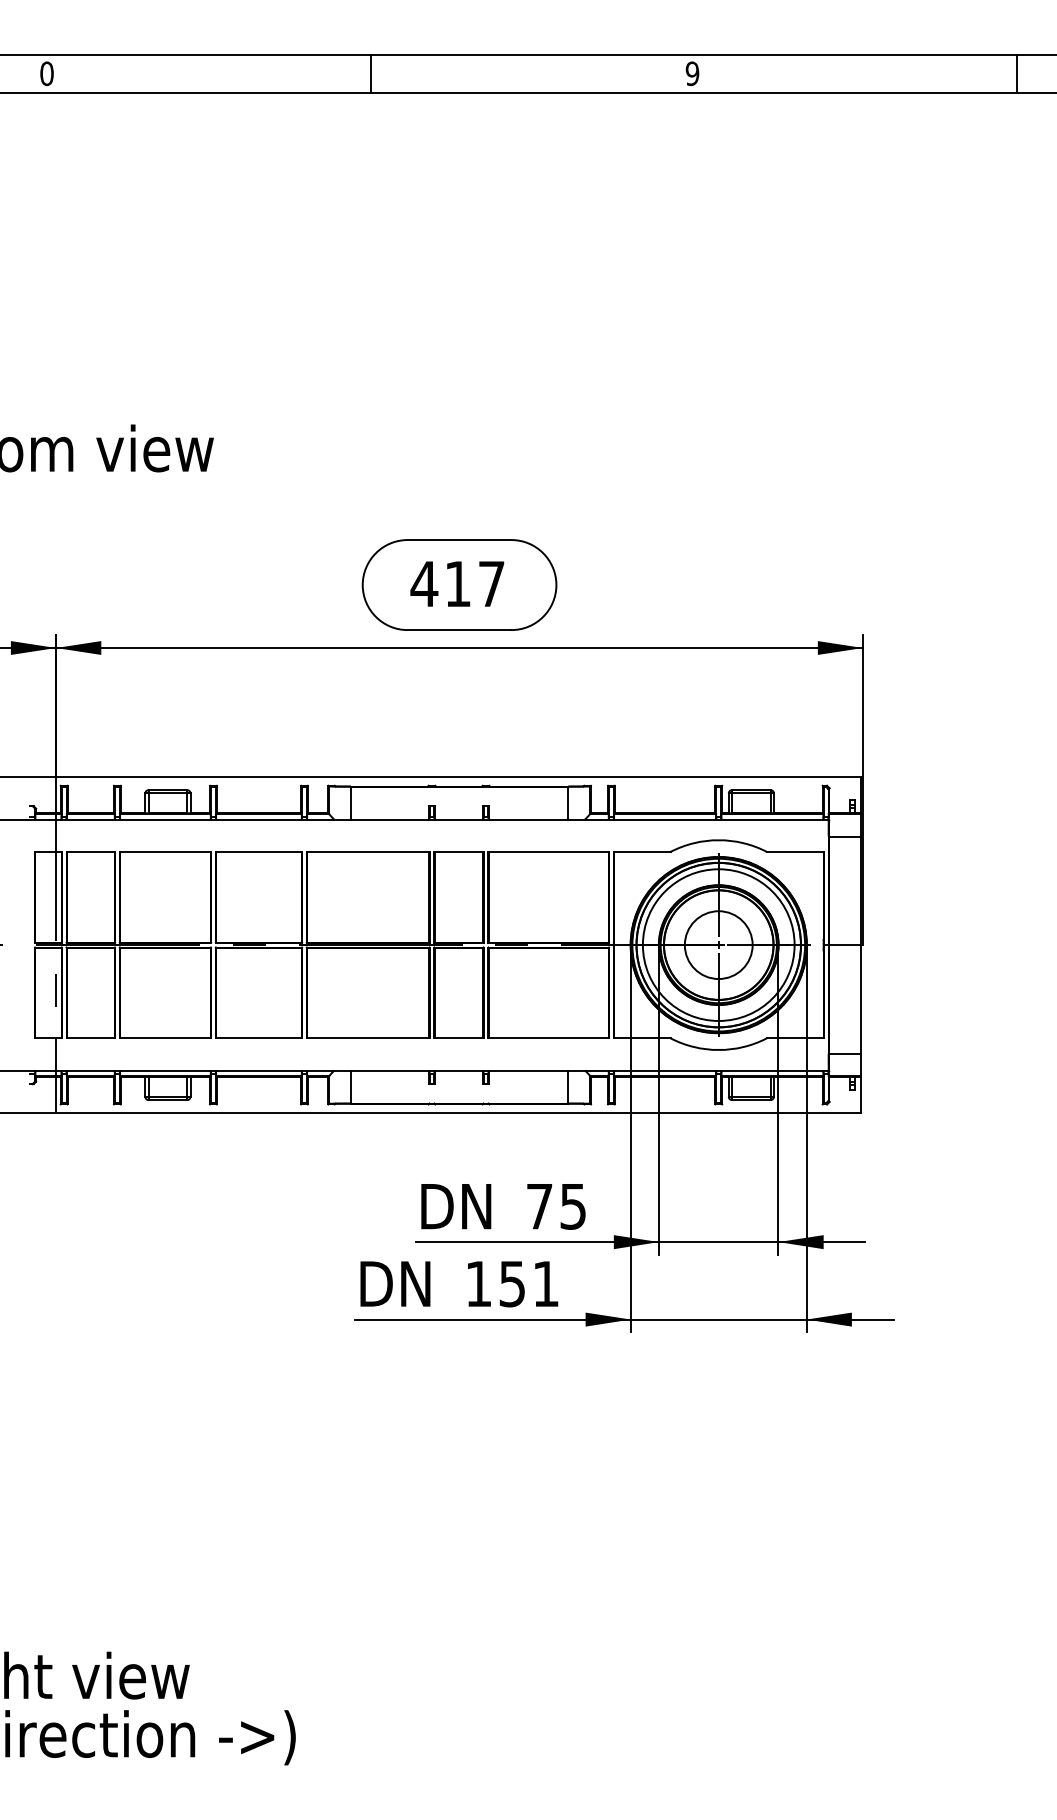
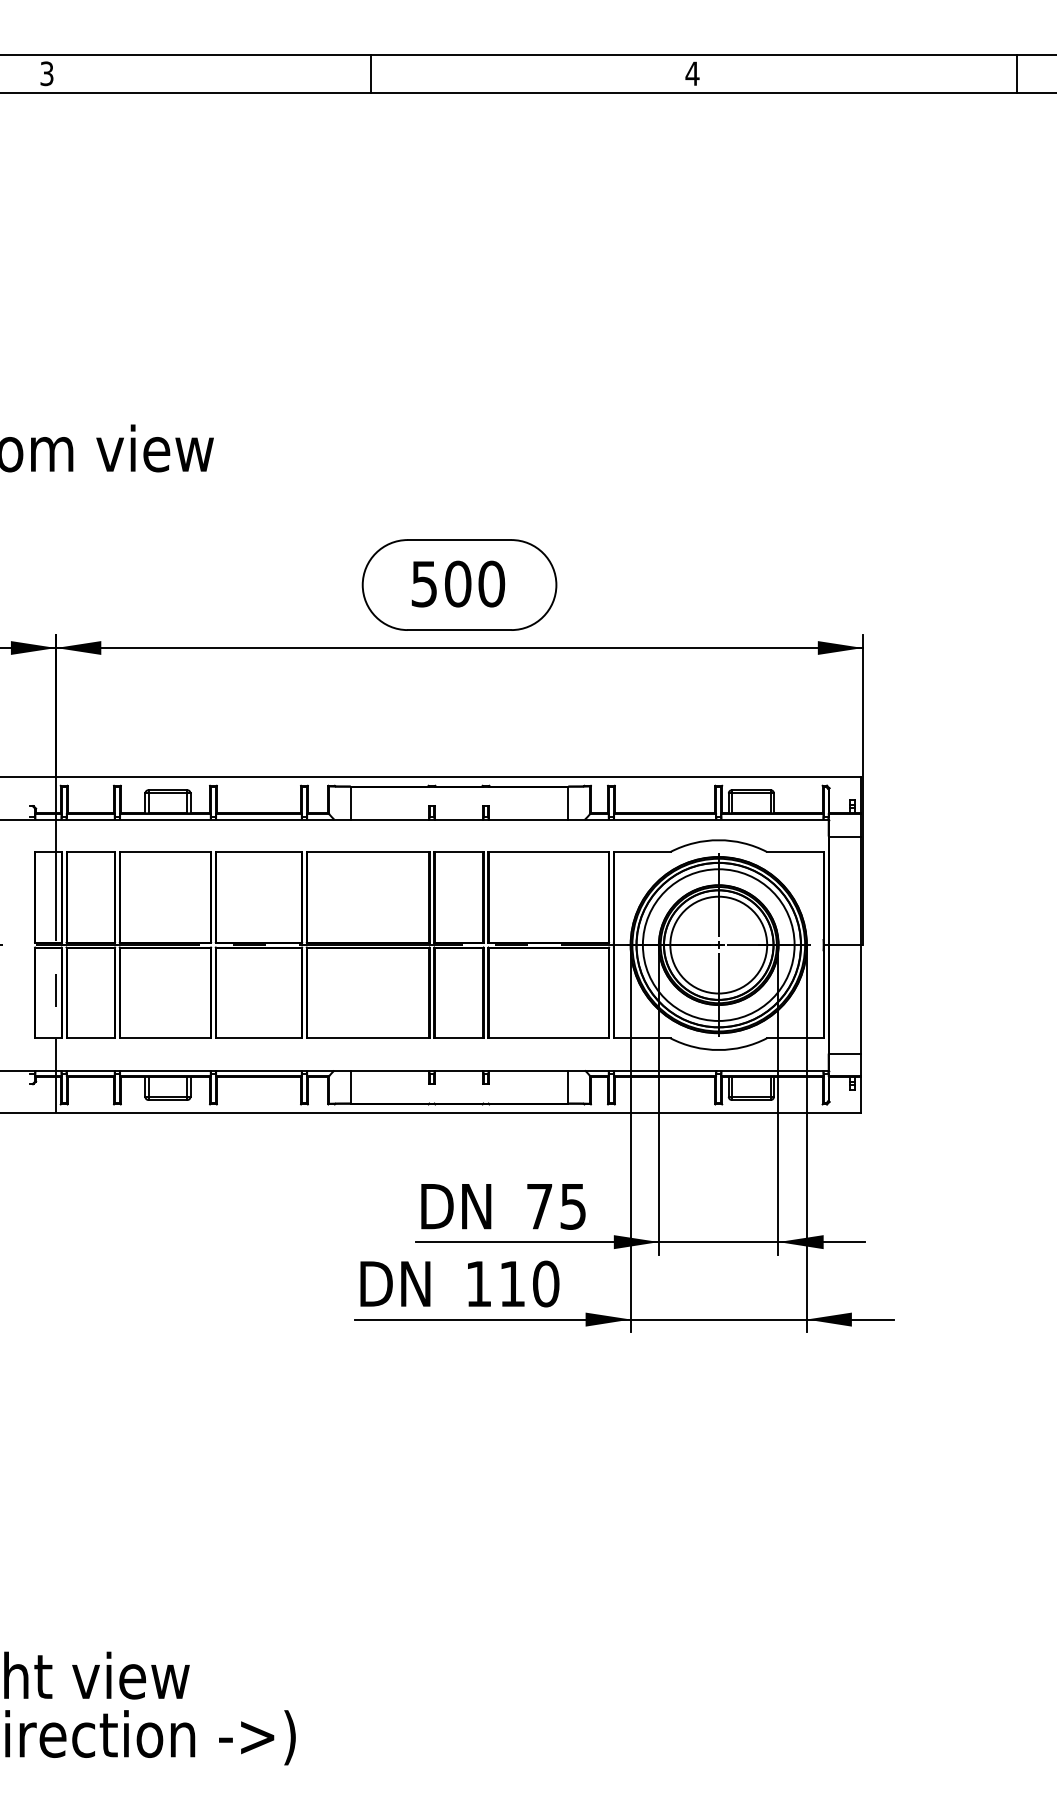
text at (46, 73): 0 -> 3
text at (692, 73): 9 -> 4
text at (457, 583): 417 -> 500
circle at (718, 945) diameter: 68 px -> 97 px
text at (529, 1283): 151 -> 110
